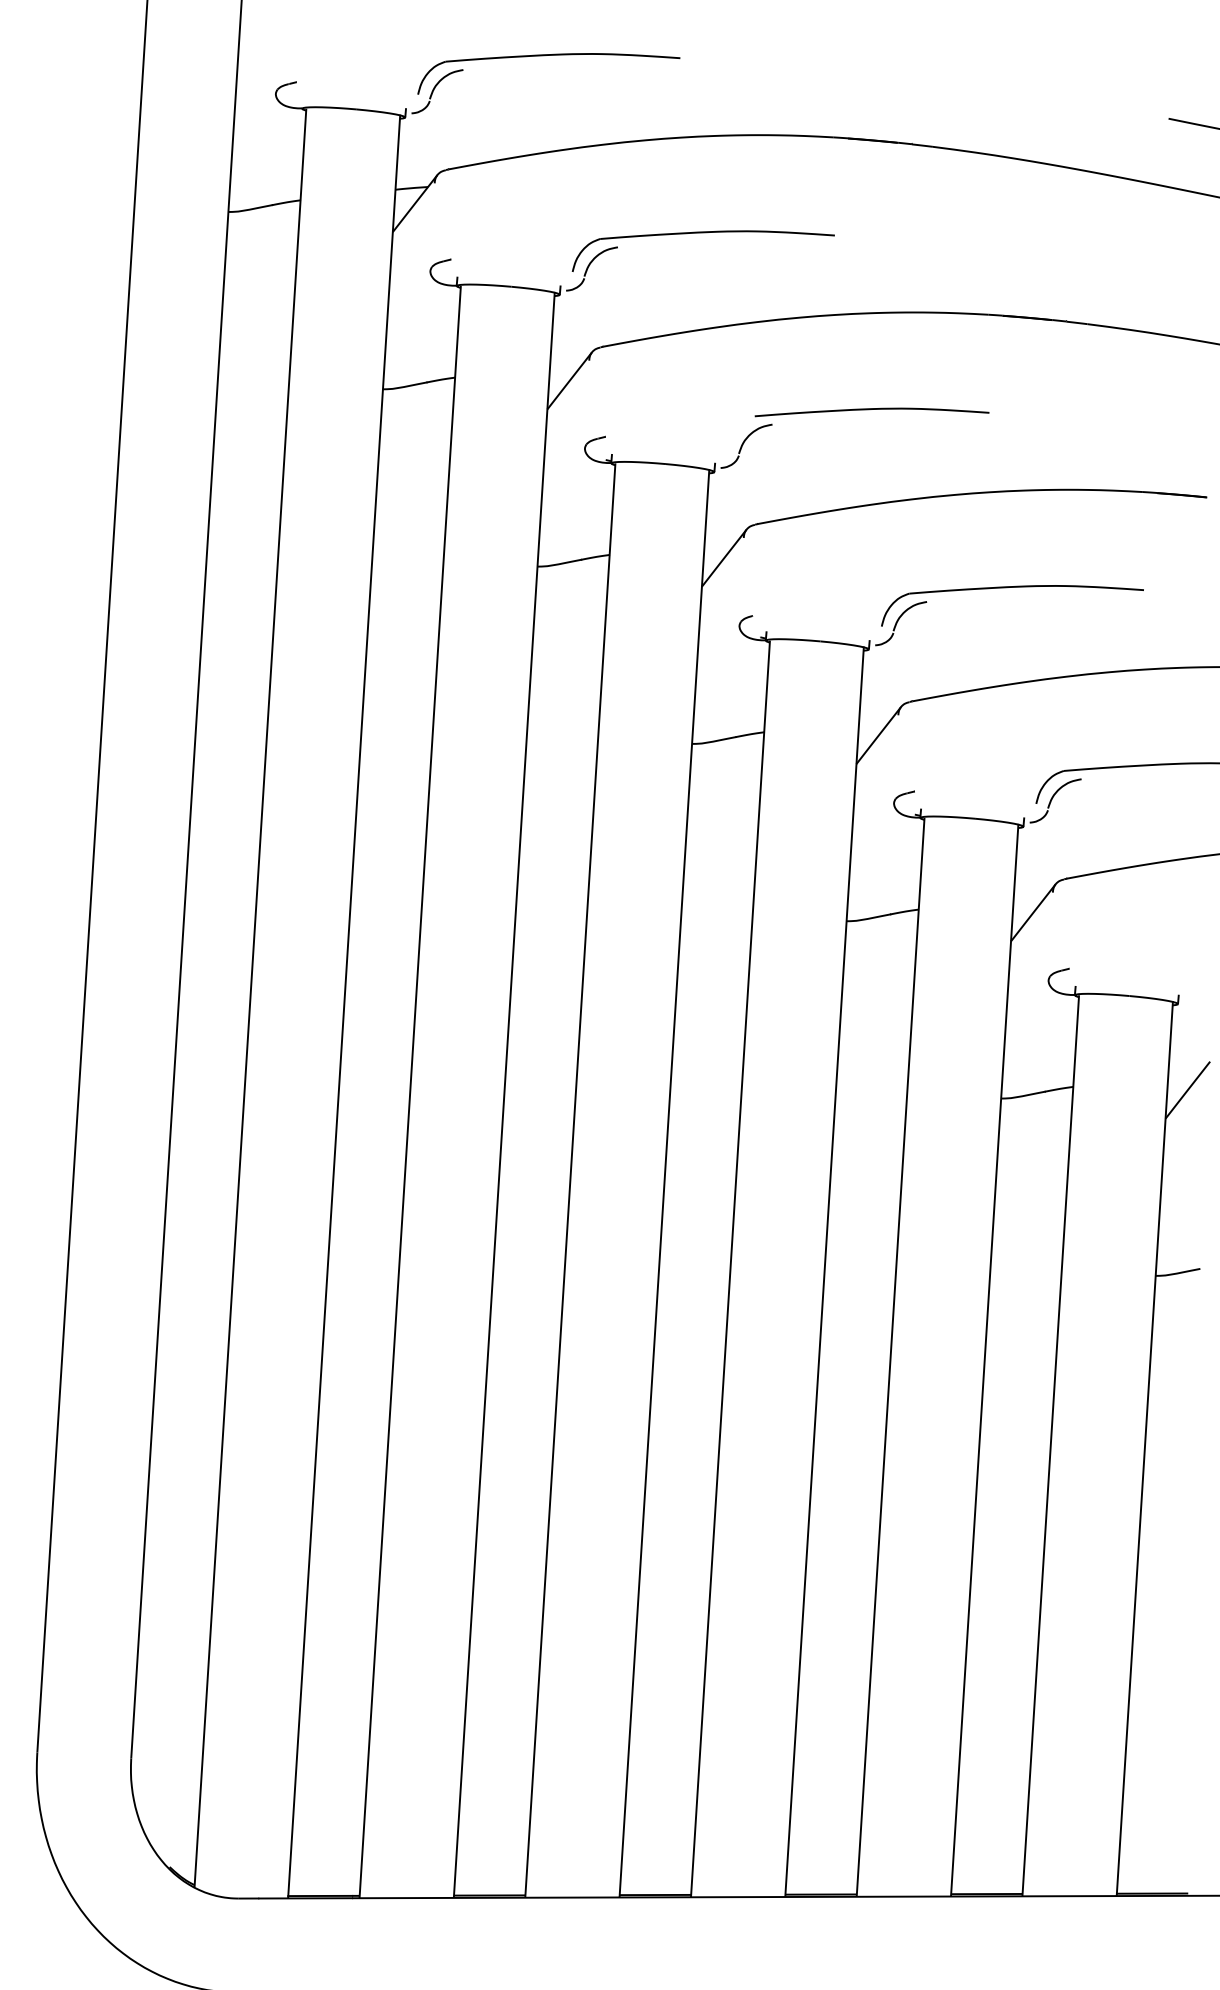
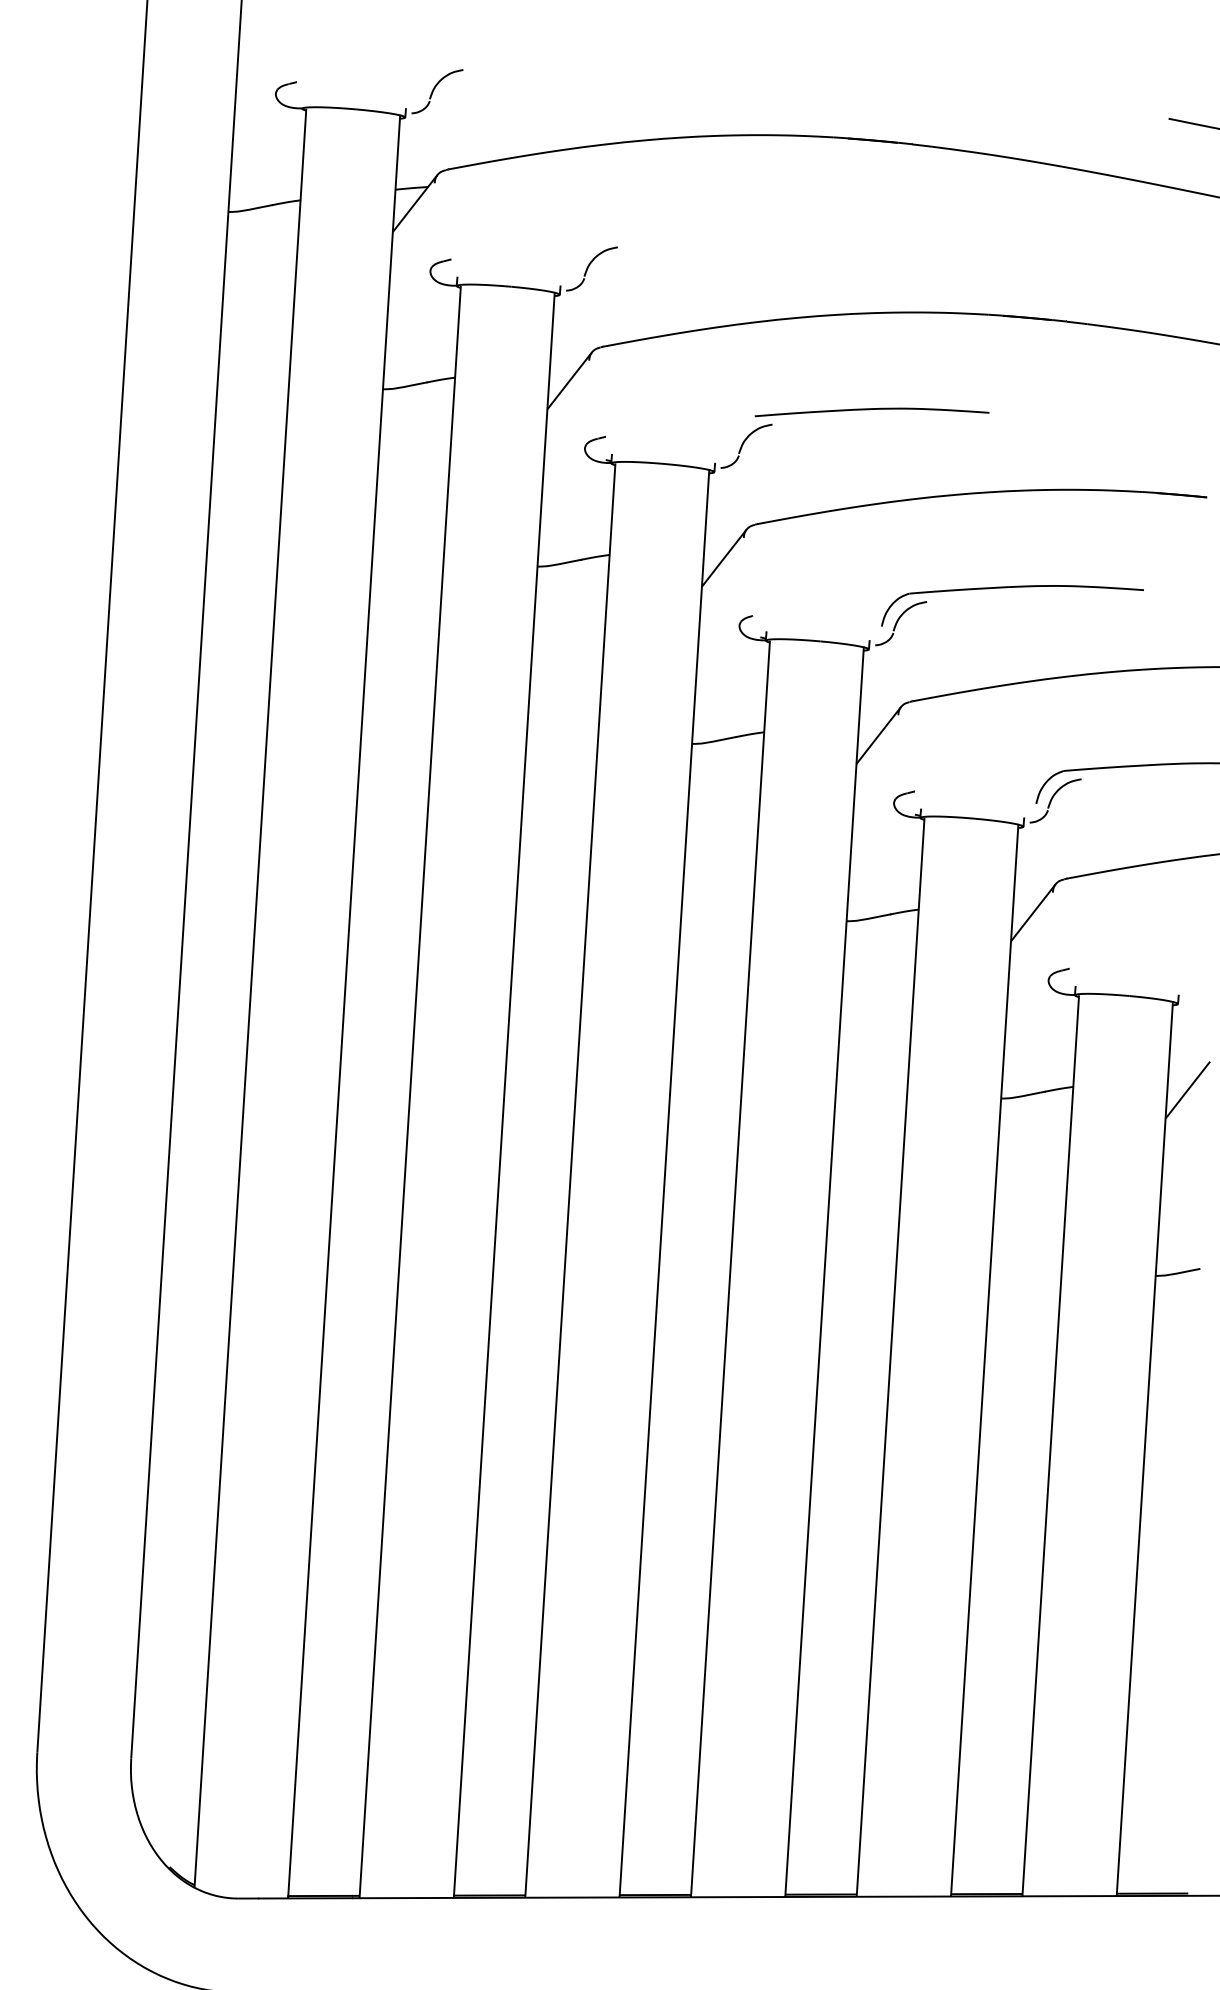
part at (544, 56): present -> none
part at (702, 233): present -> none
